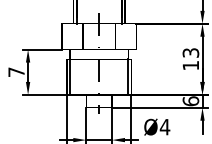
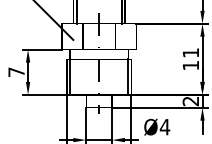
line at (54, 20): none -> present
text at (190, 52): 13 -> 11
text at (190, 101): 6 -> 2
